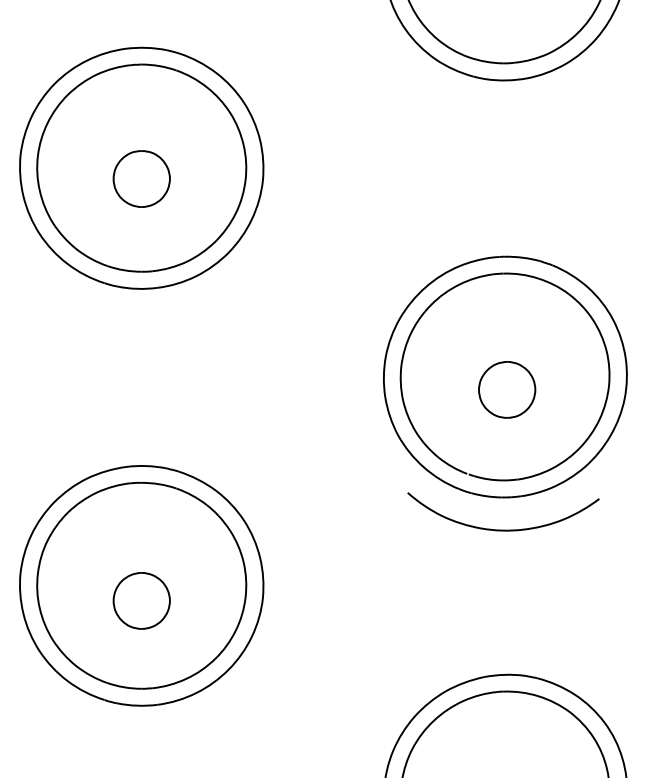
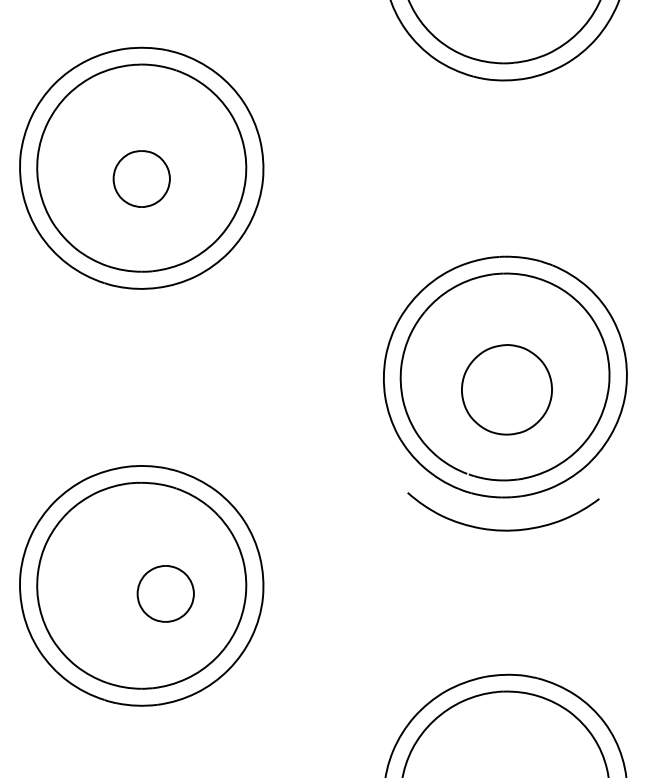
part at (507, 389) size: 59x58 px -> 92x92 px
part at (141, 600) position: (141, 600) -> (165, 593)
